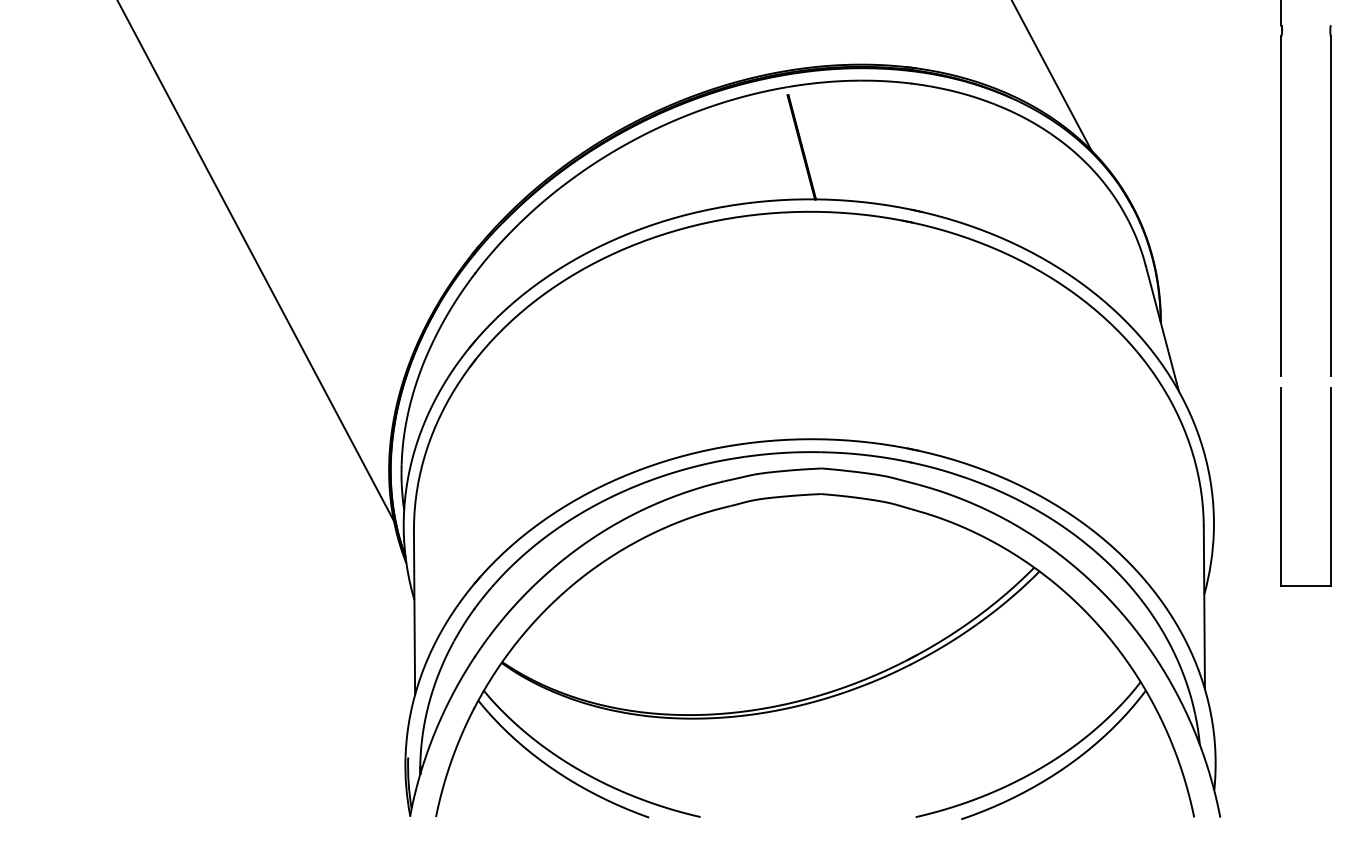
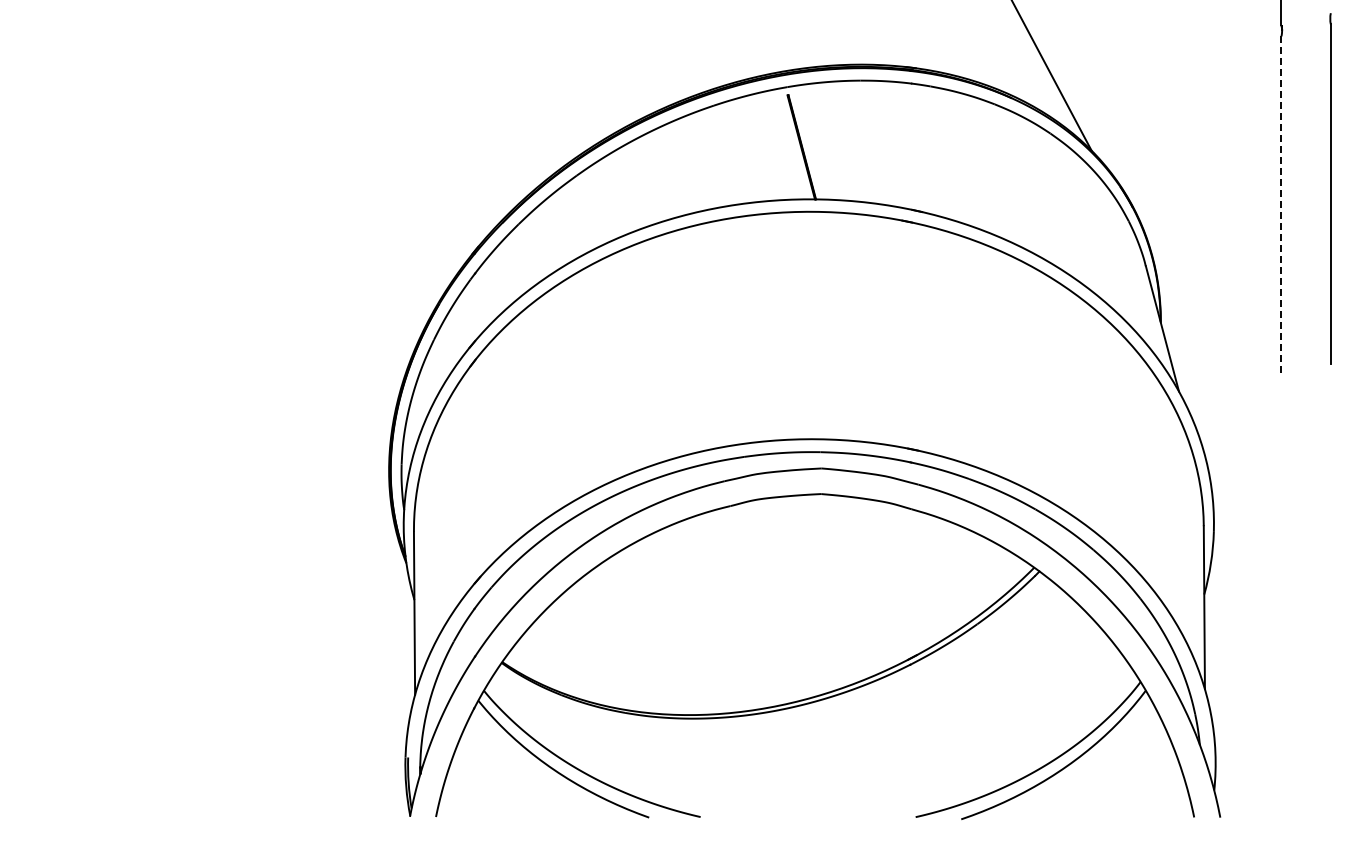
line at (1330, 200) position: (1330, 200) -> (1330, 188)
line at (1281, 206): solid -> dashed
line at (255, 261): present -> none
part at (1281, 486): present -> none
